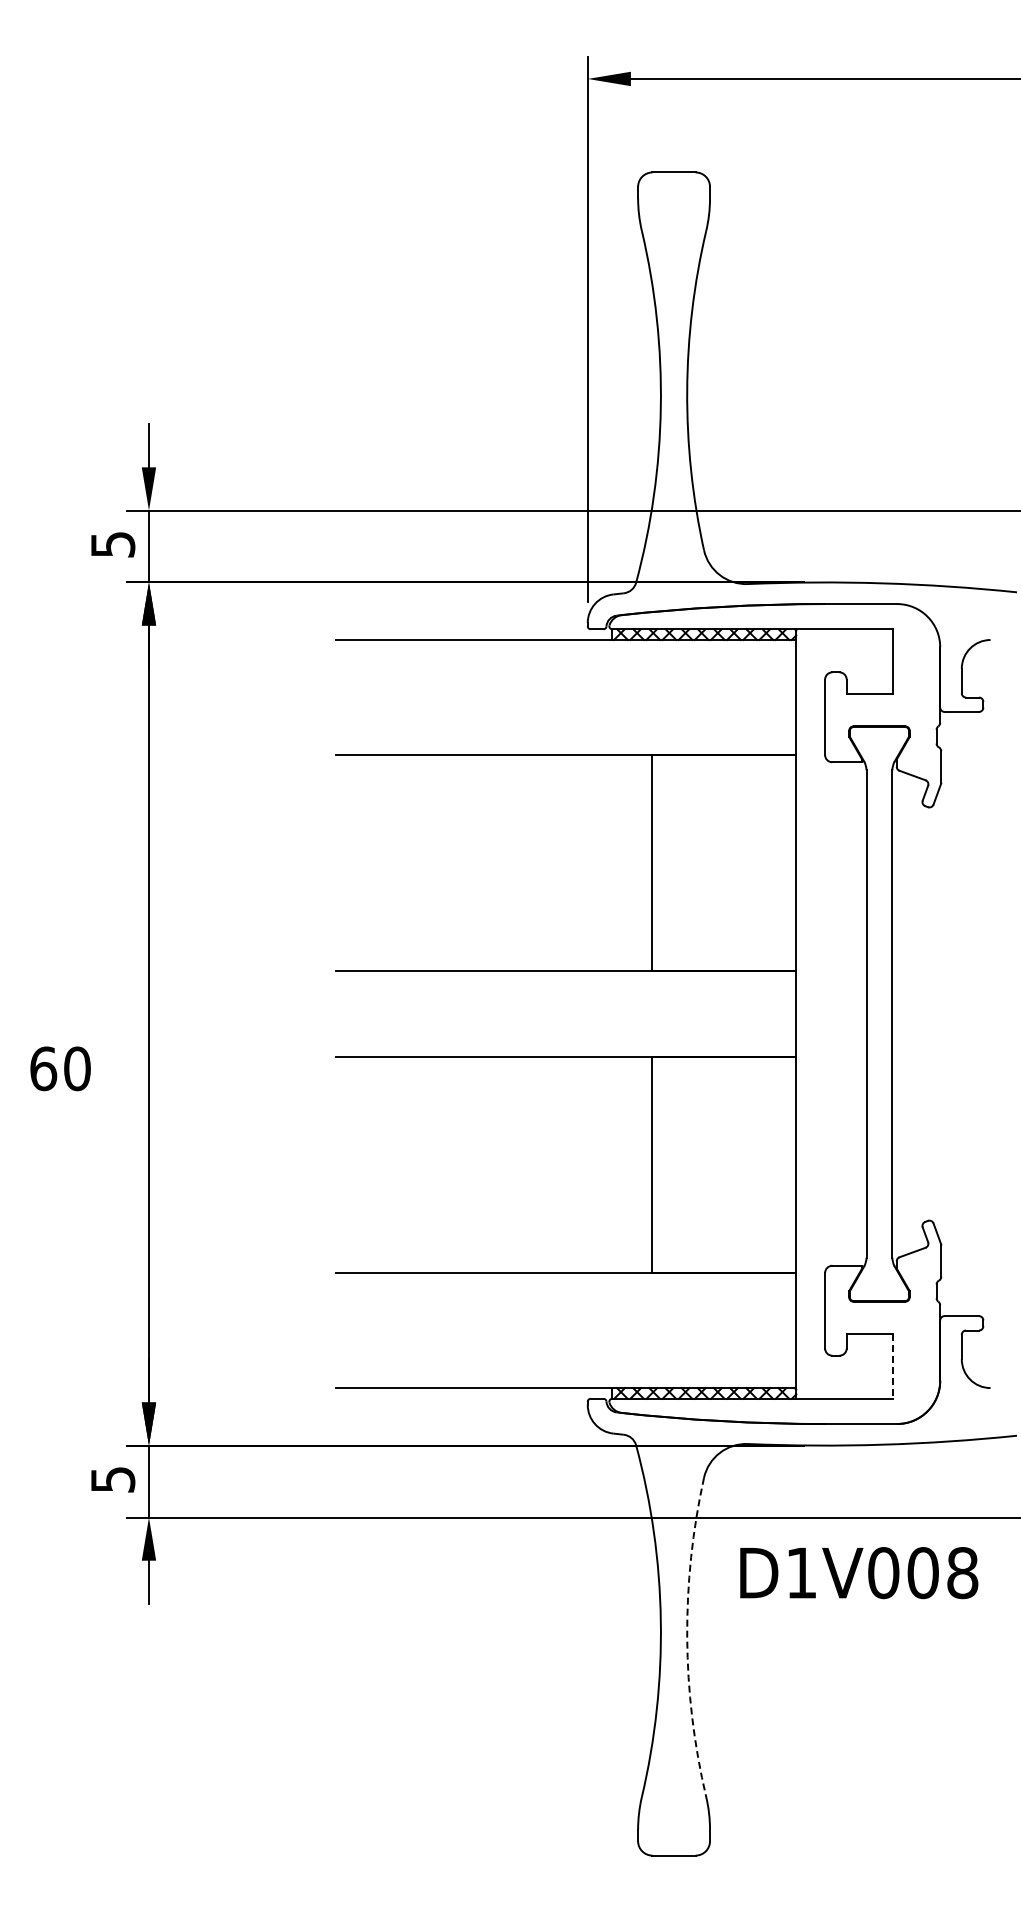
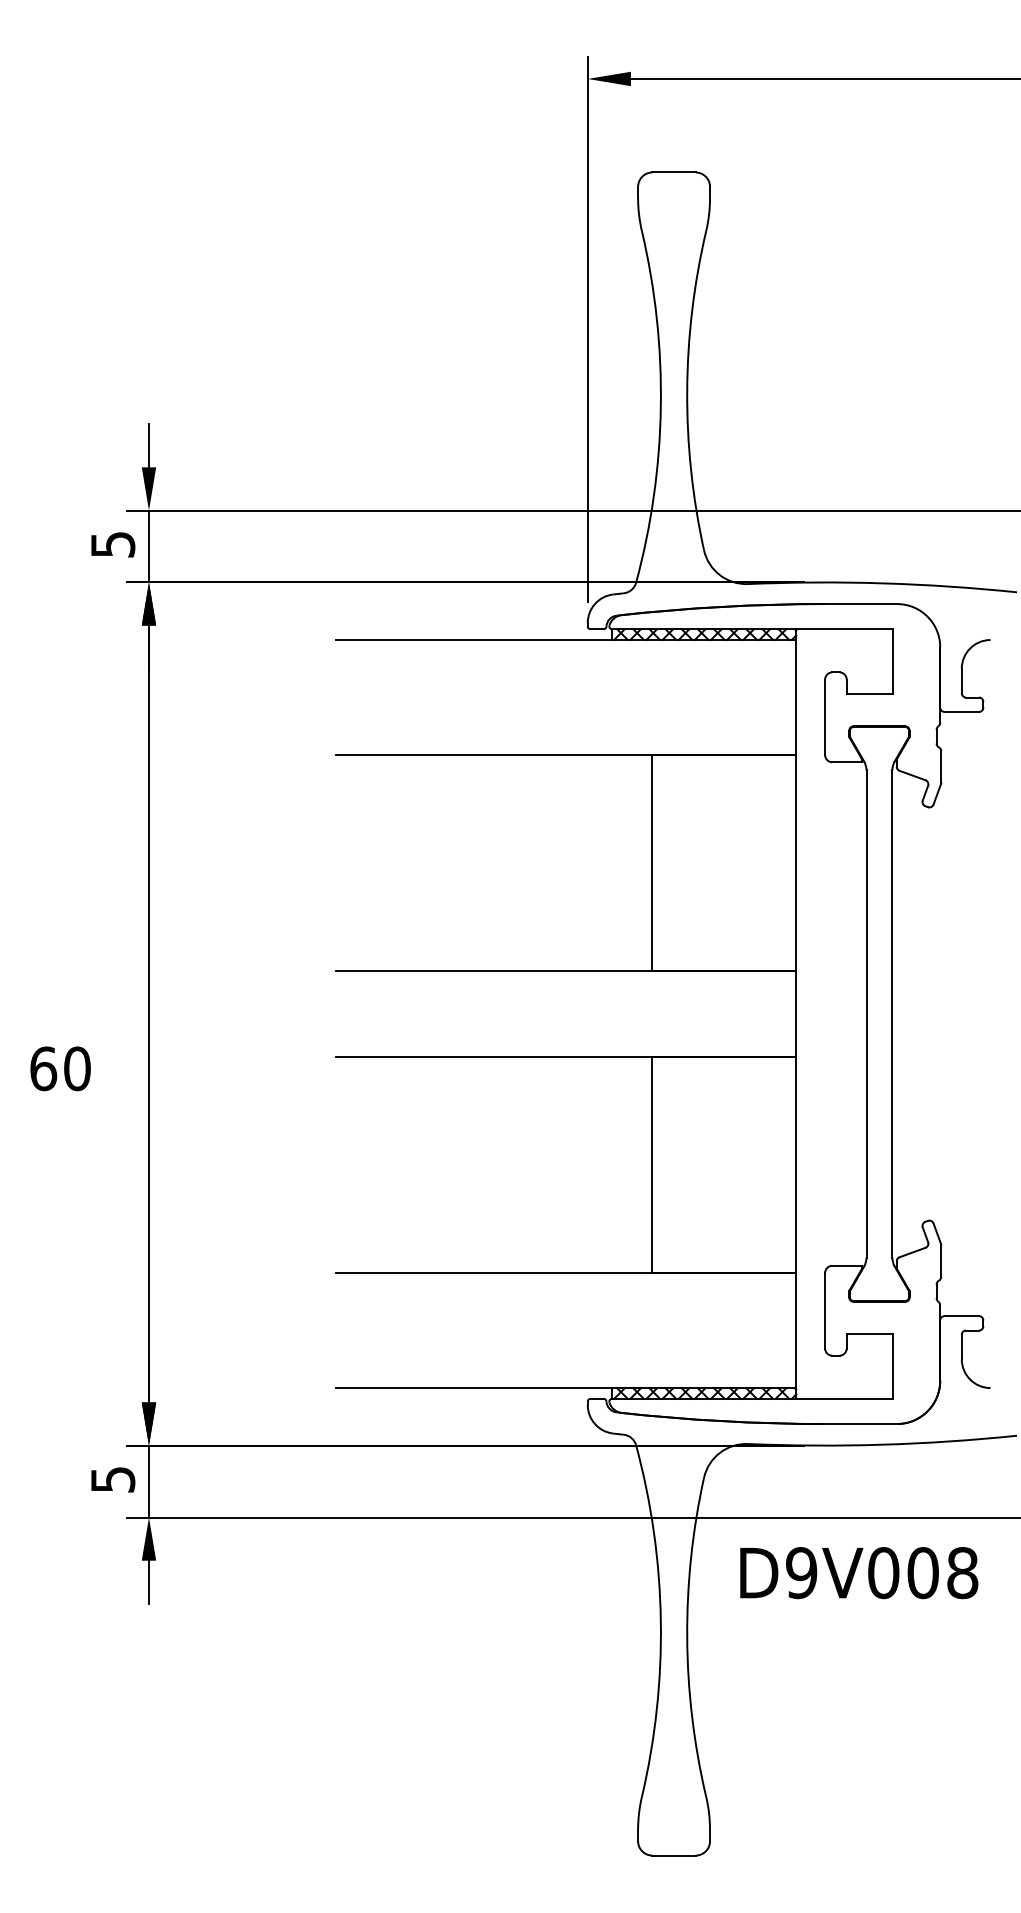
line at (892, 1366): dashed -> solid
text at (801, 1573): D1V008 -> D9V008
arc at (687, 1637): dashed -> solid
